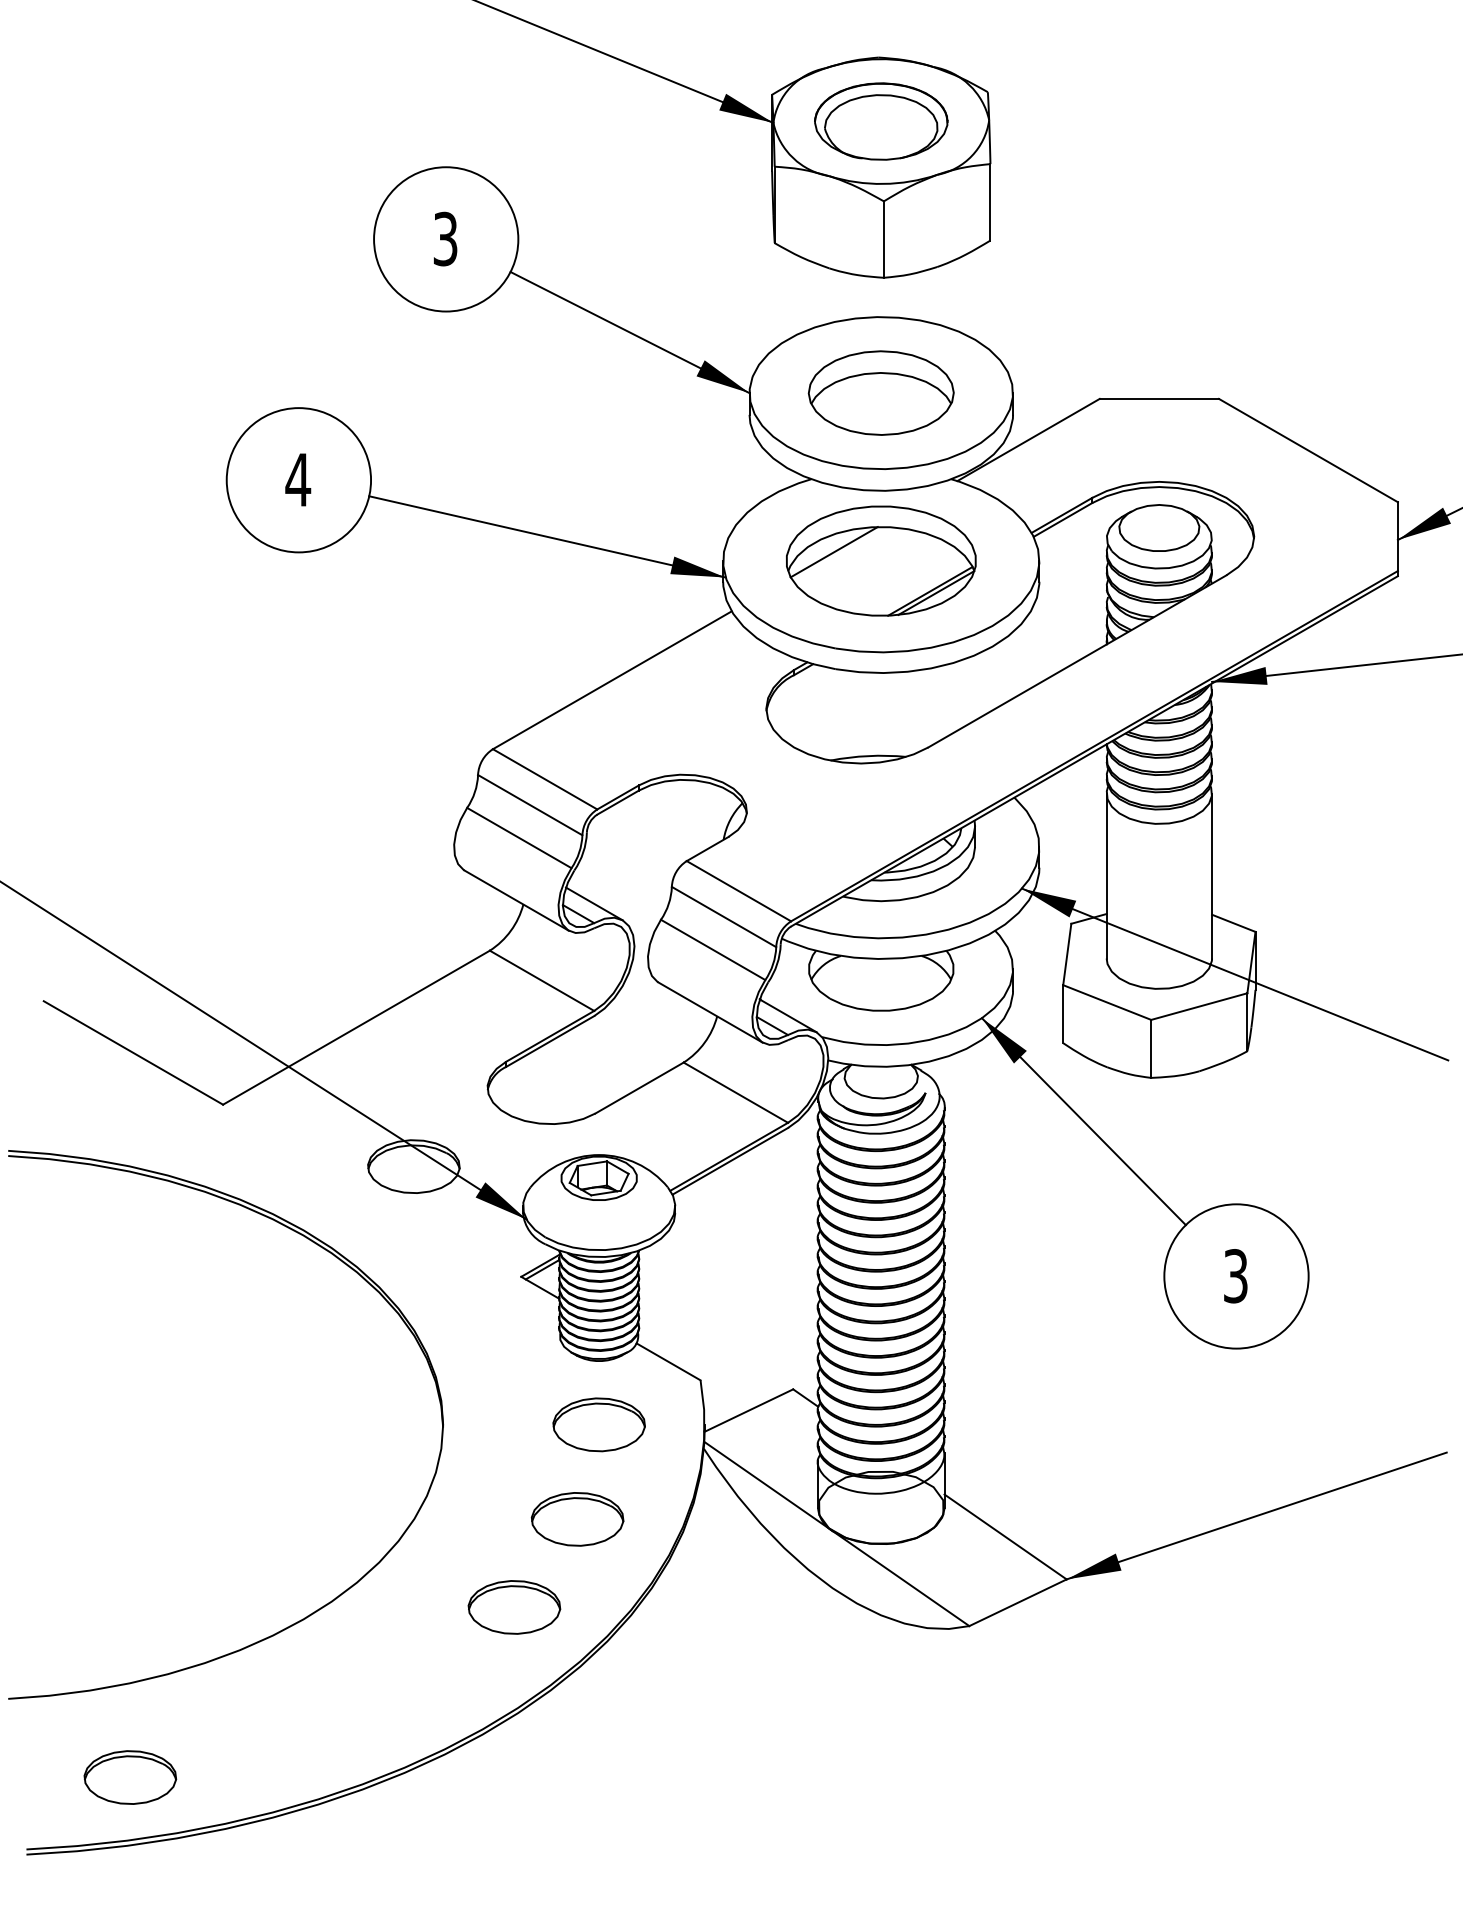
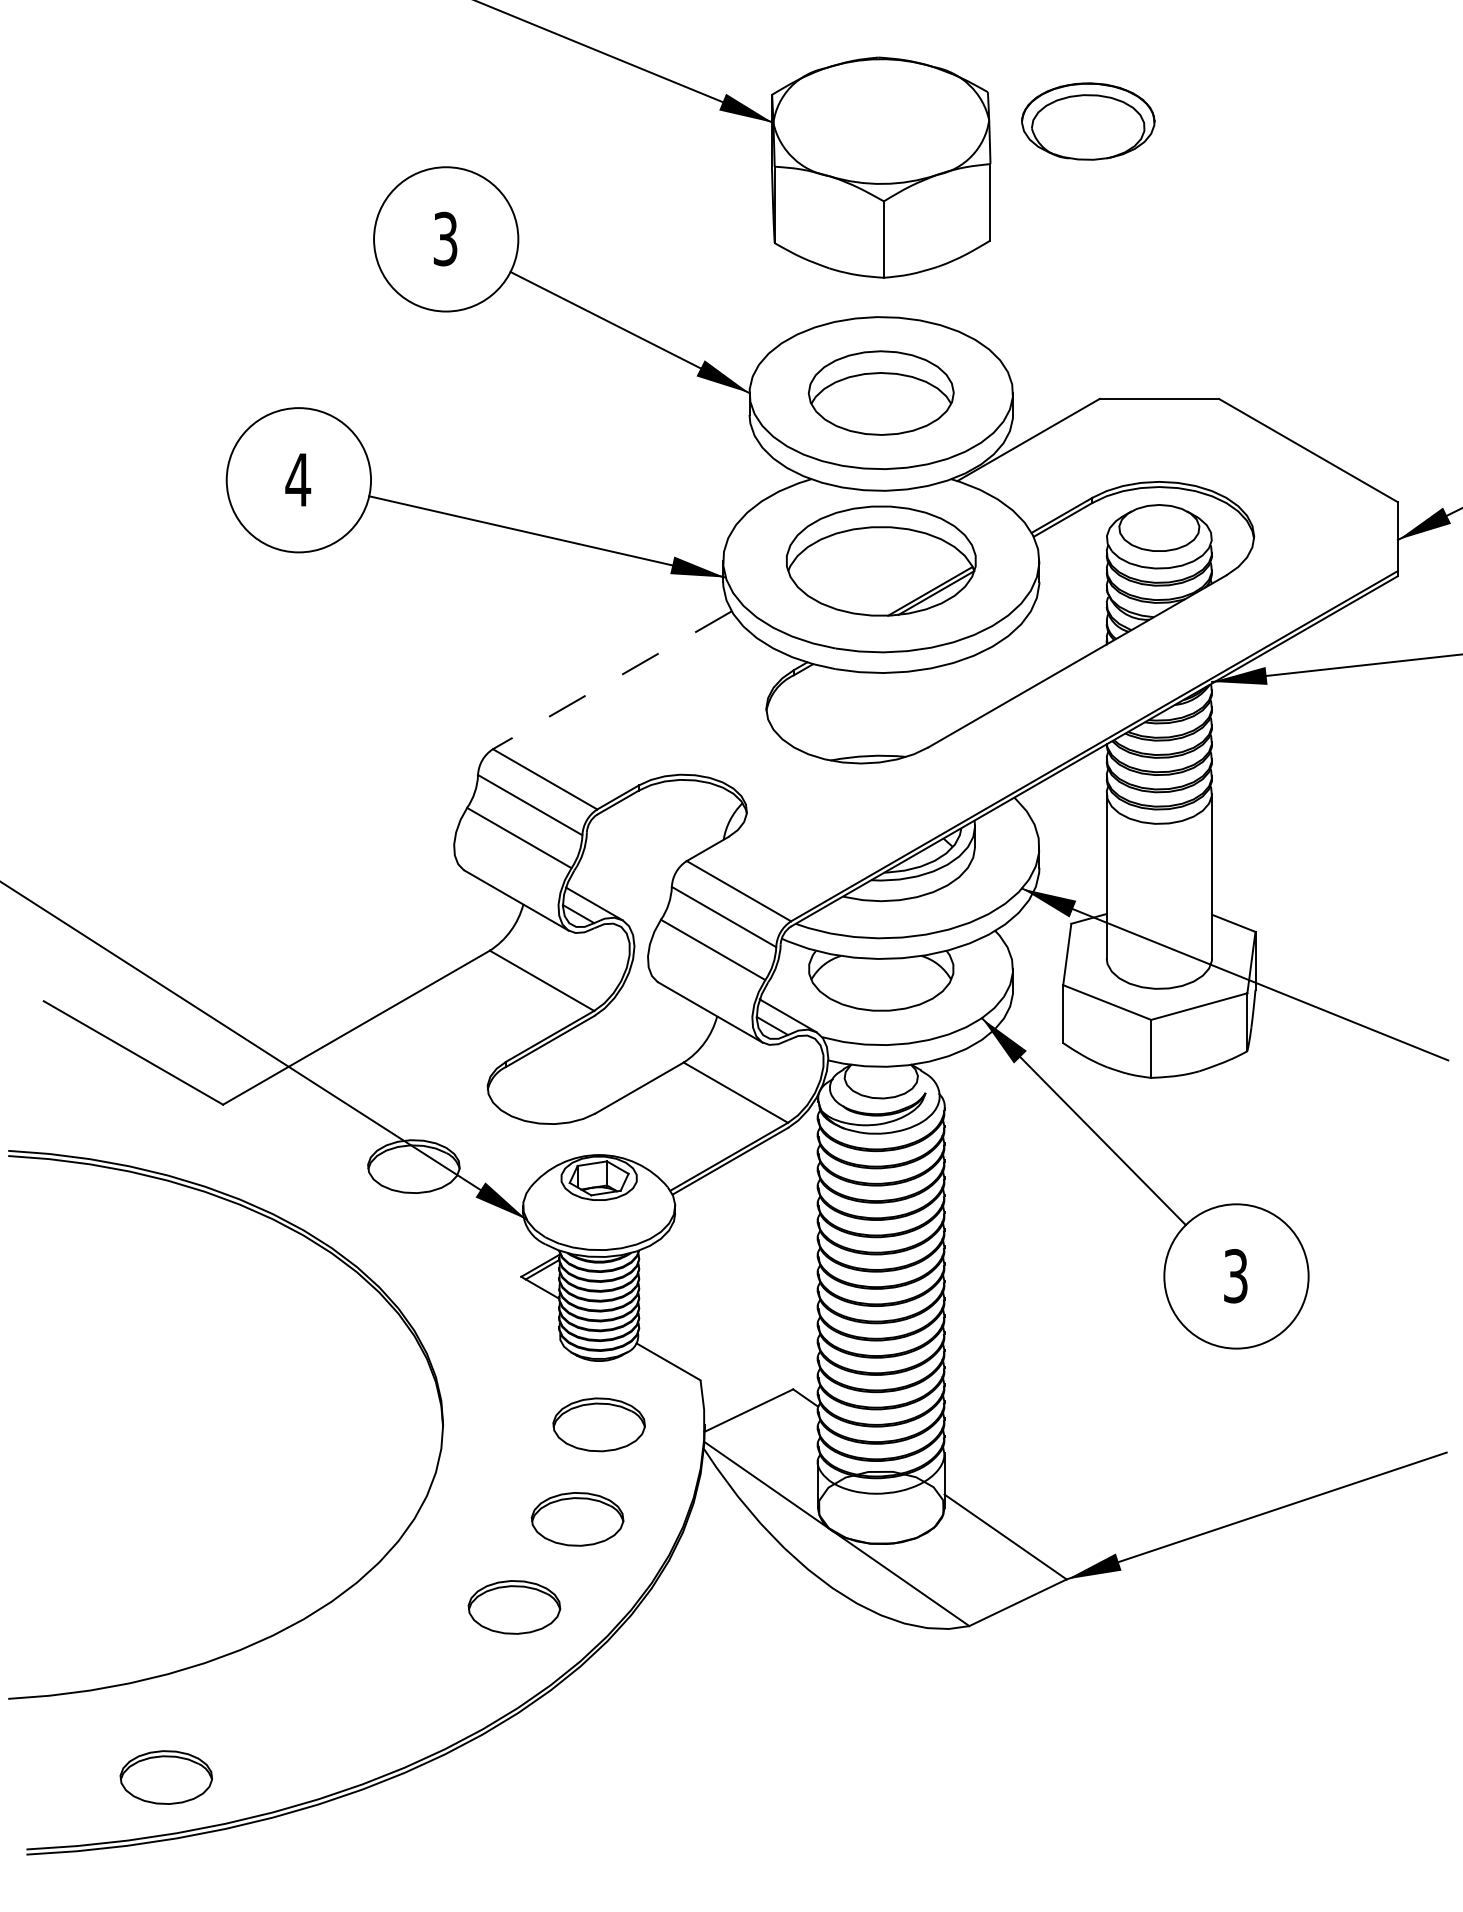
part at (881, 121) position: (881, 121) -> (1088, 121)
line at (833, 552): present -> none
line at (612, 680): solid -> dashed
part at (130, 1777) position: (130, 1777) -> (166, 1777)
